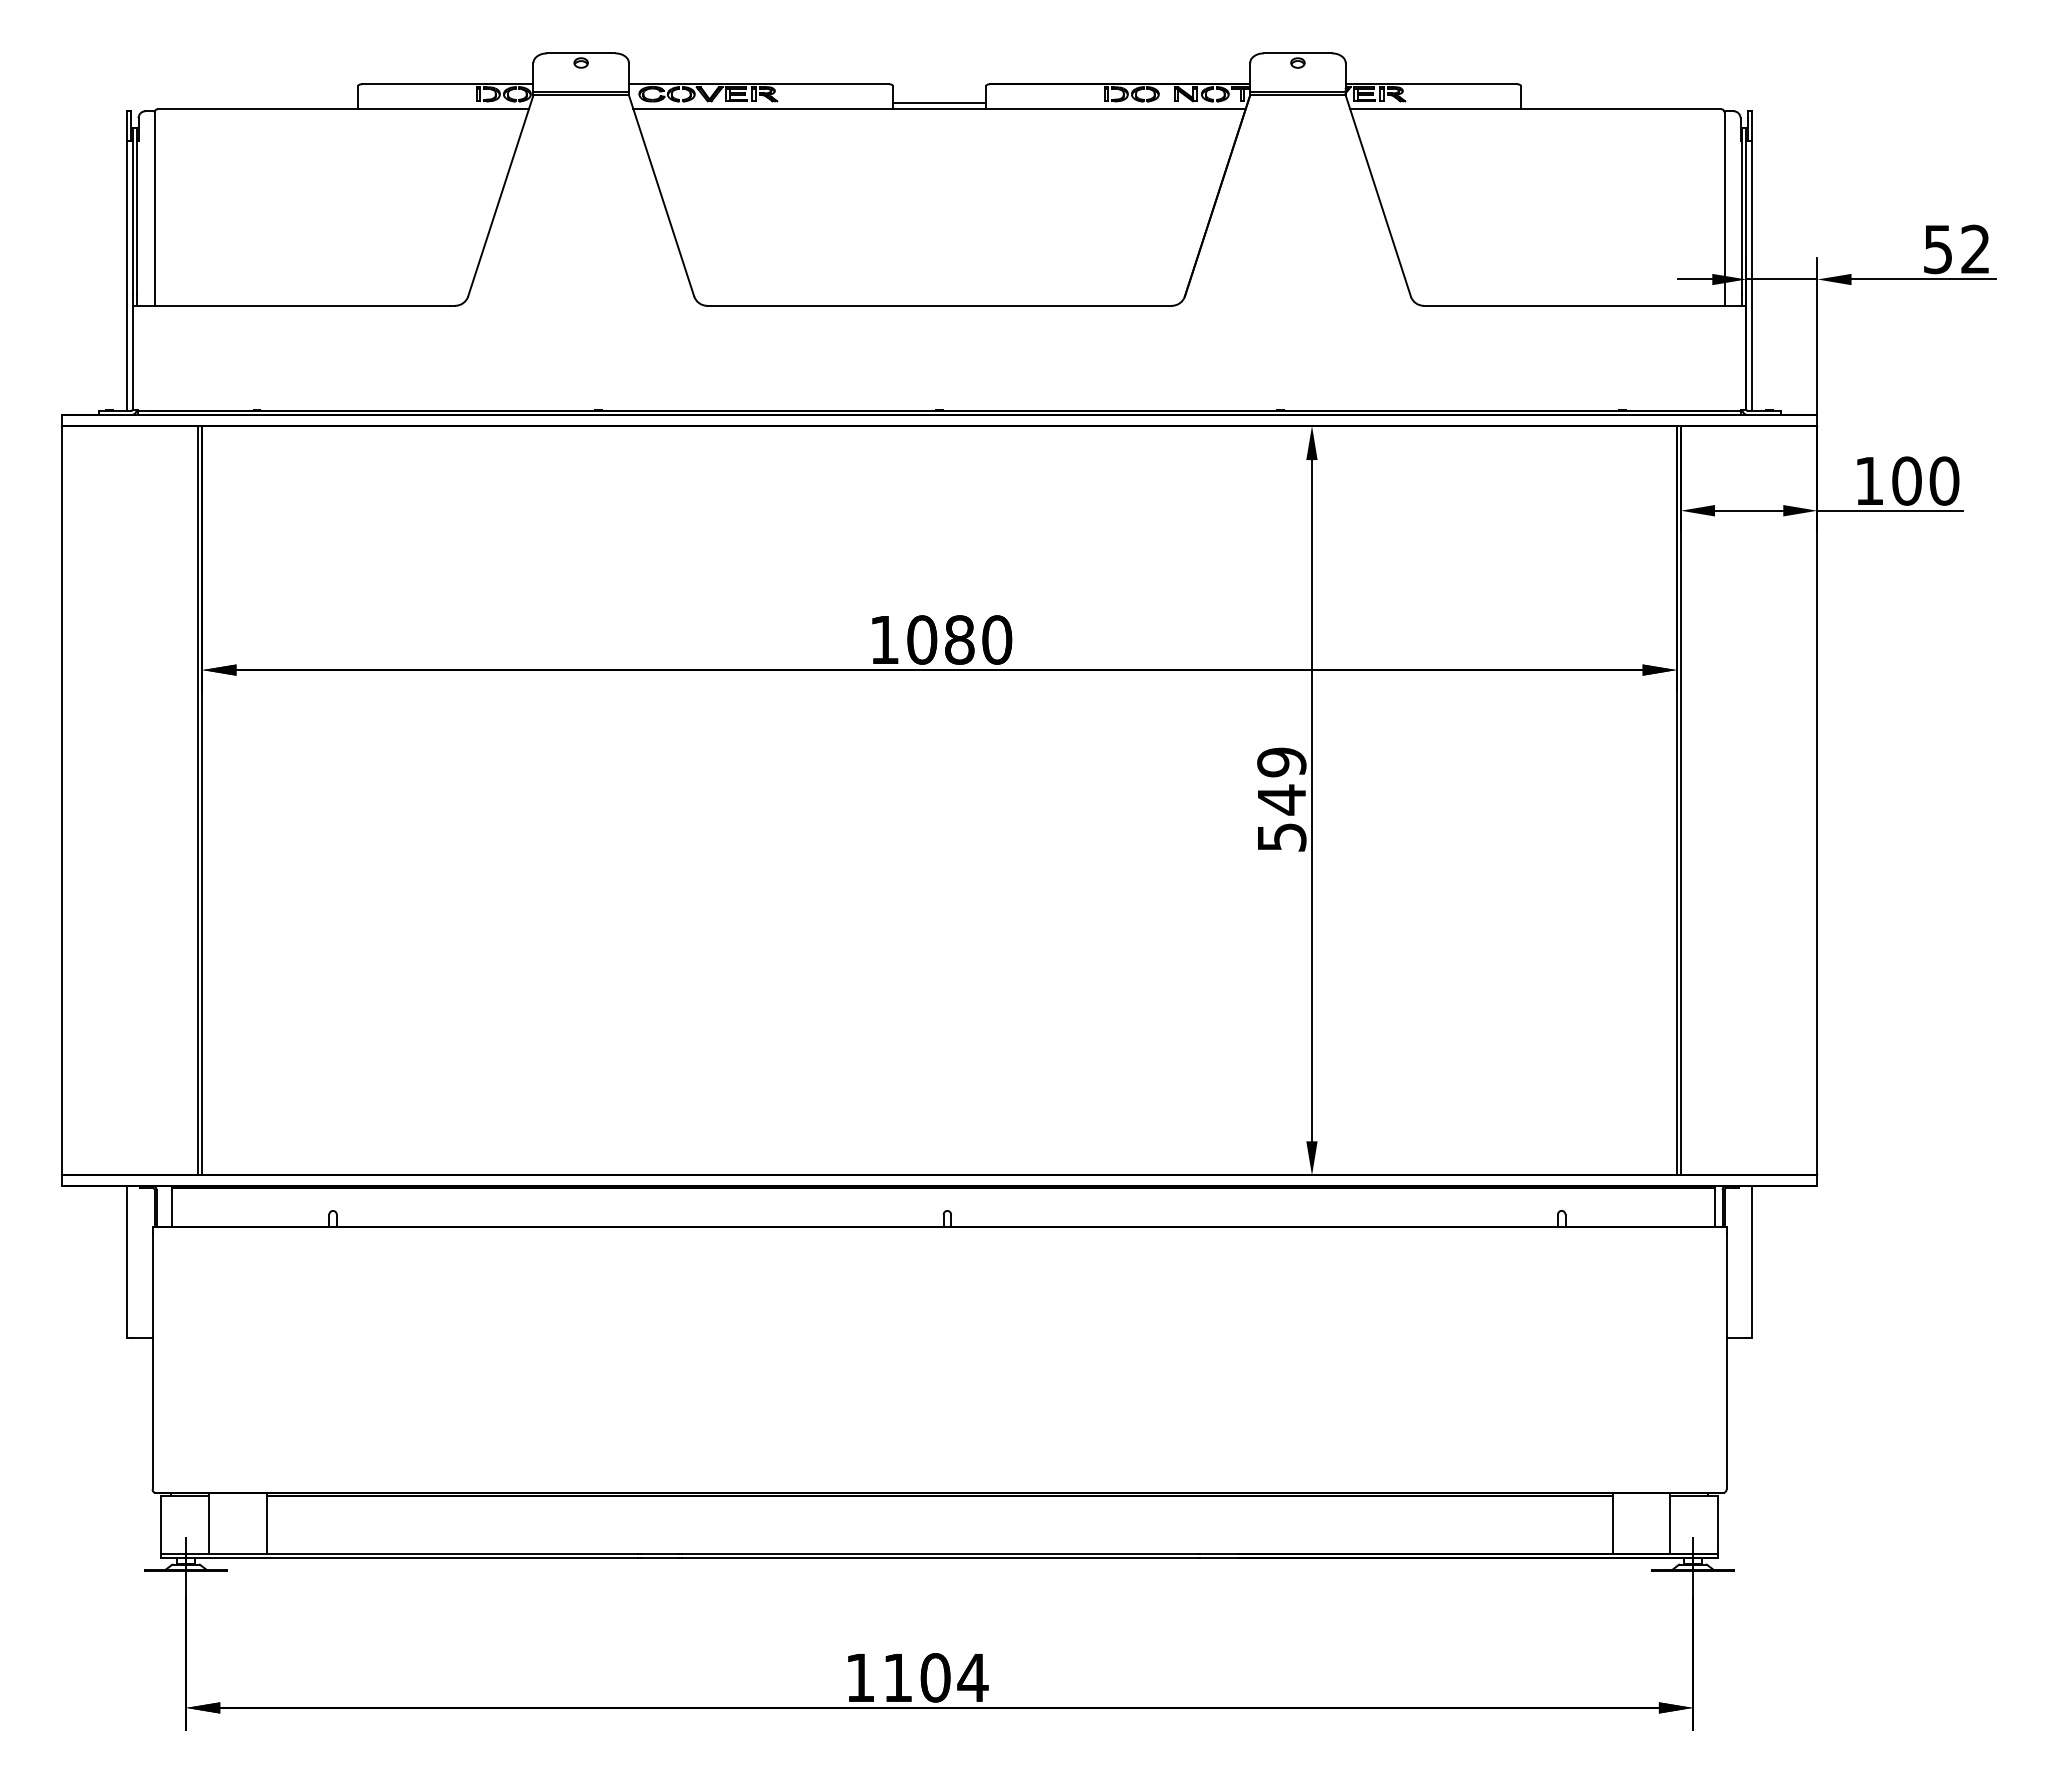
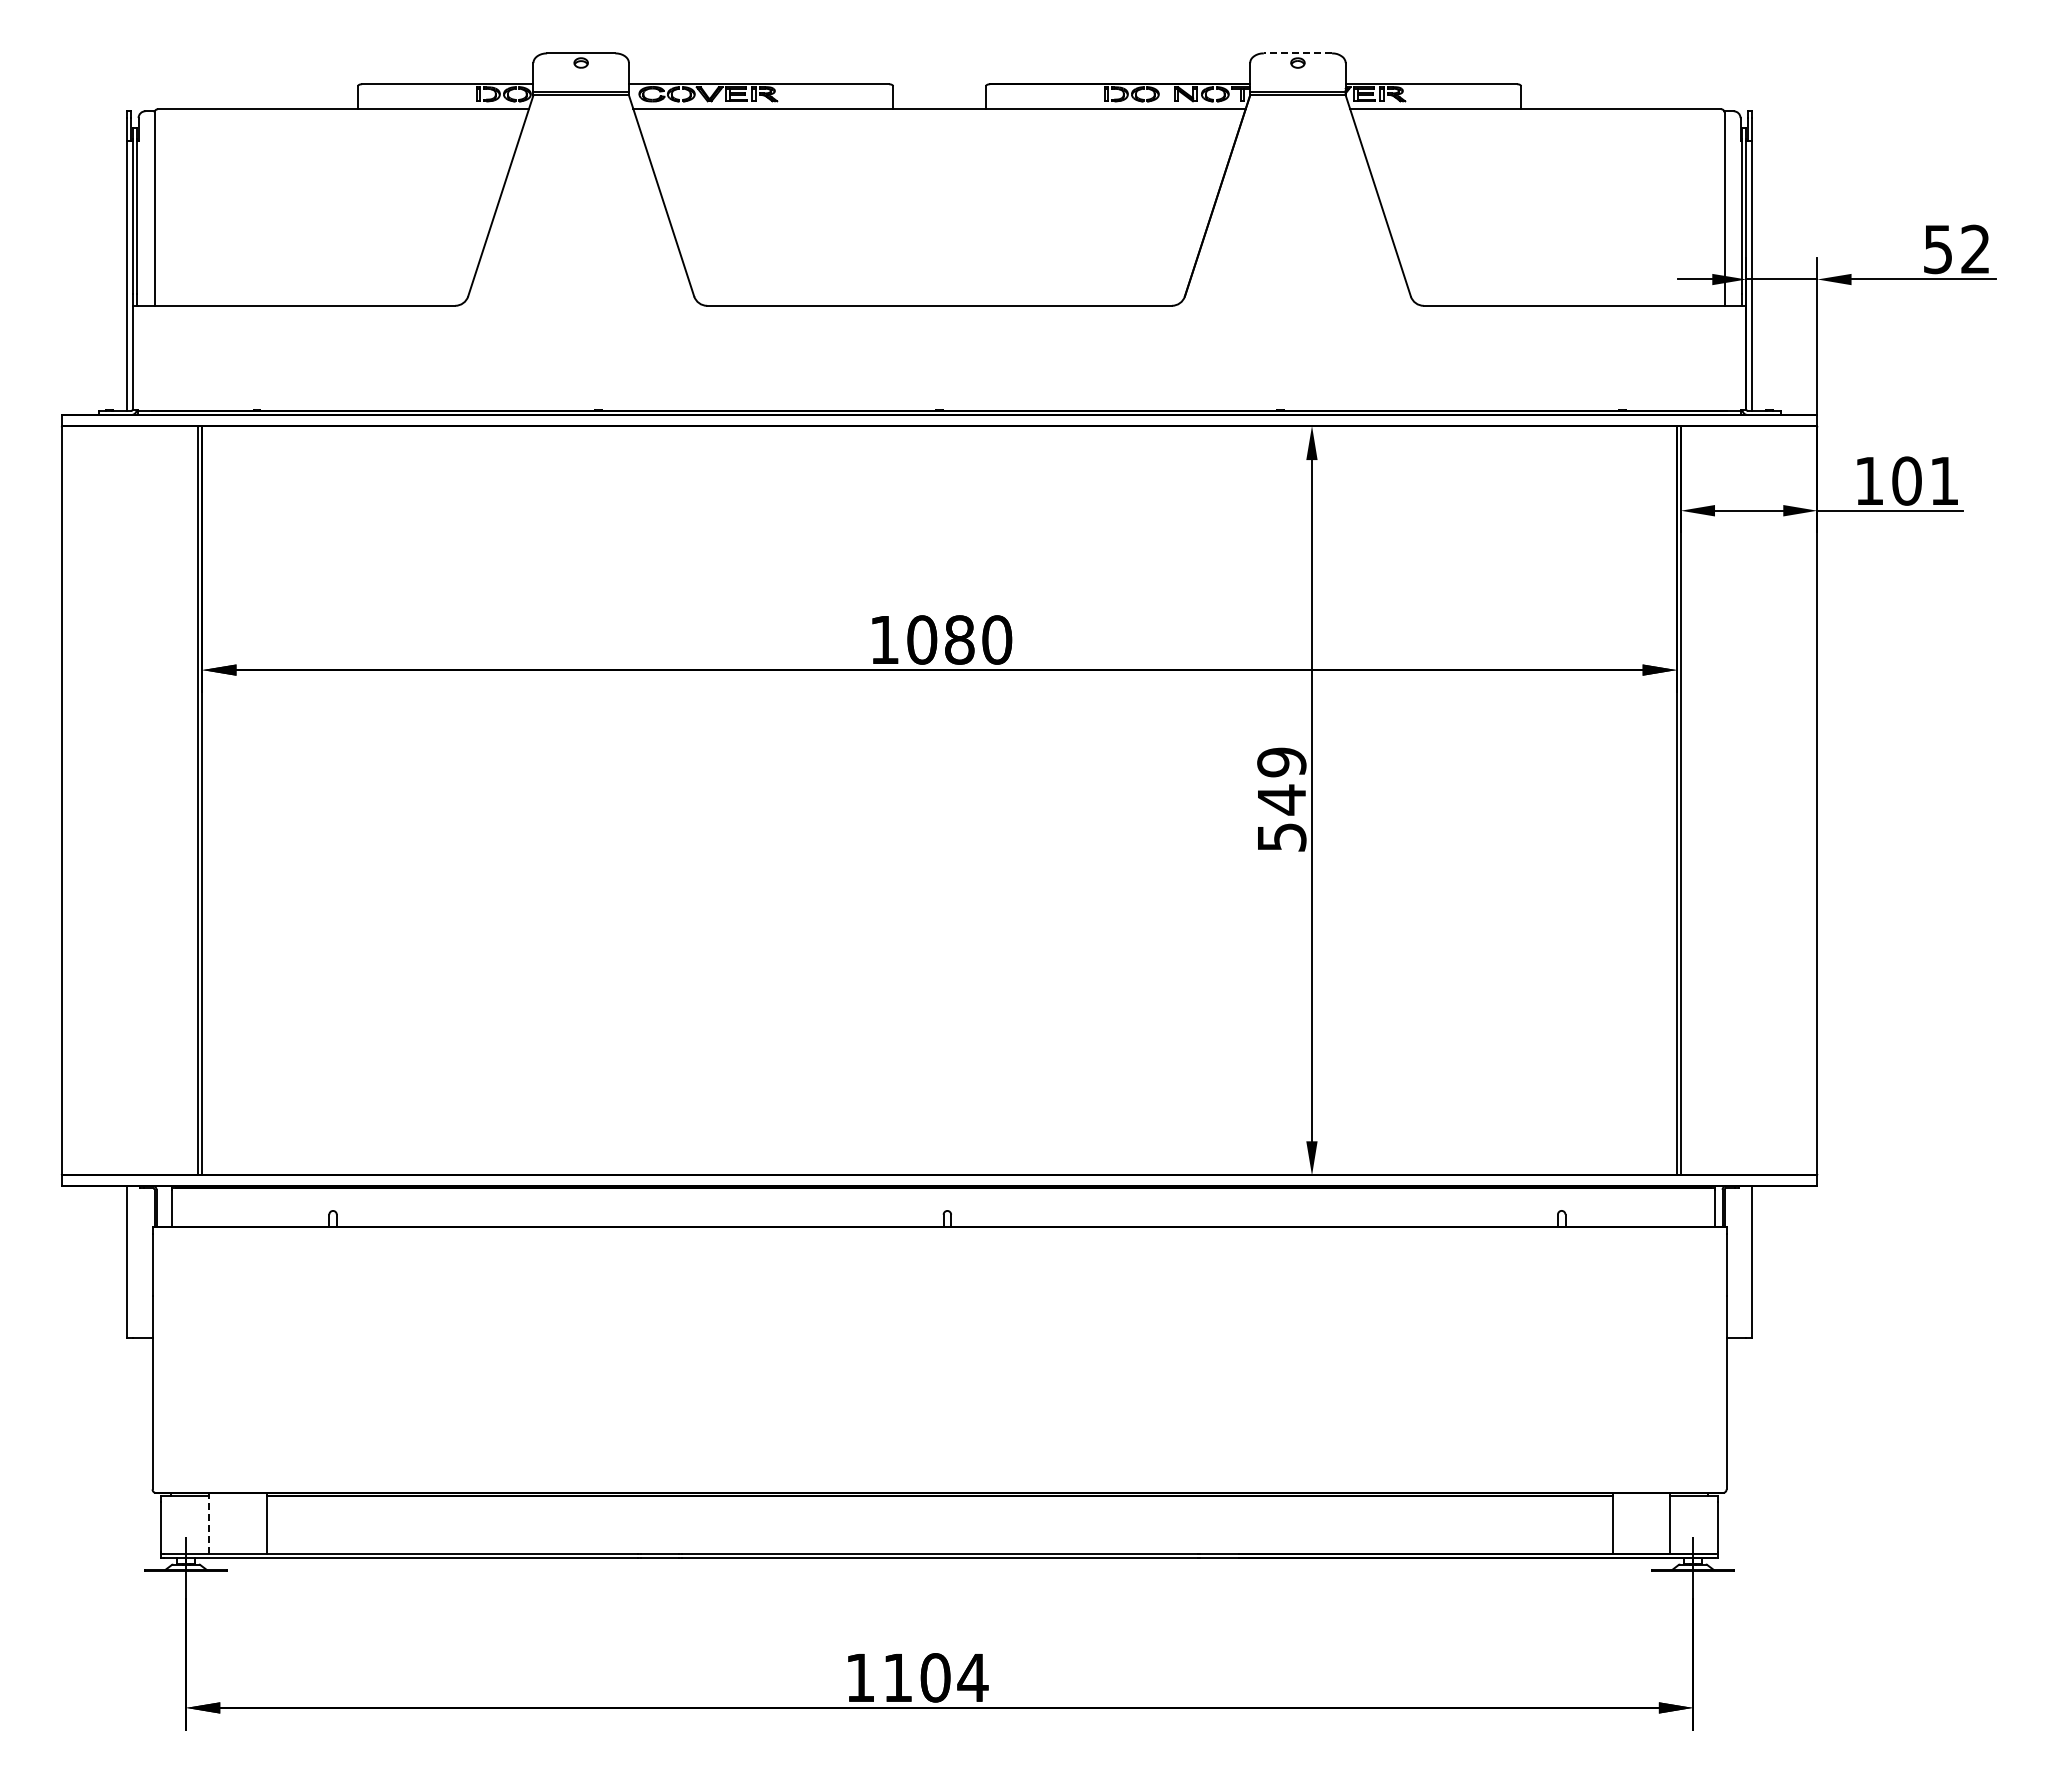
line at (1297, 53): solid -> dashed
line at (939, 103): present -> none
text at (1944, 480): 100 -> 101
line at (209, 1522): solid -> dashed
